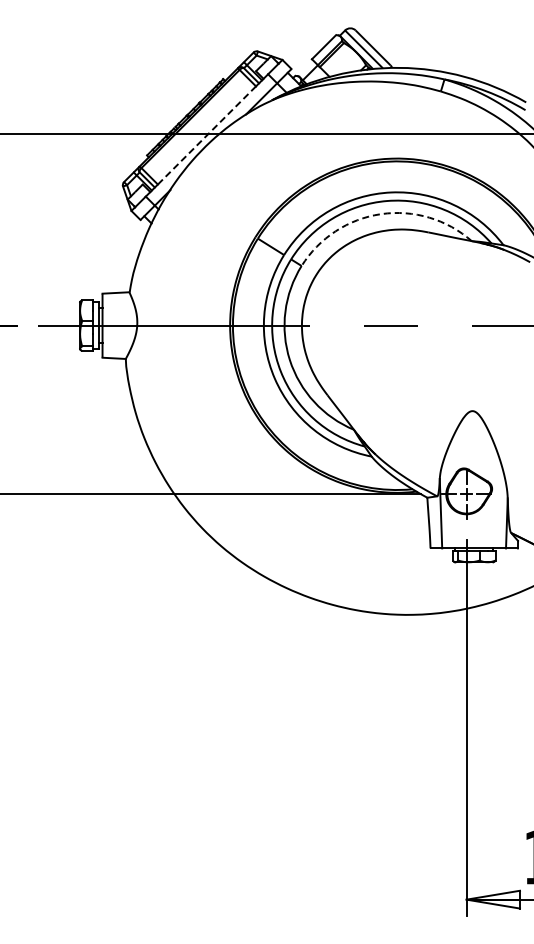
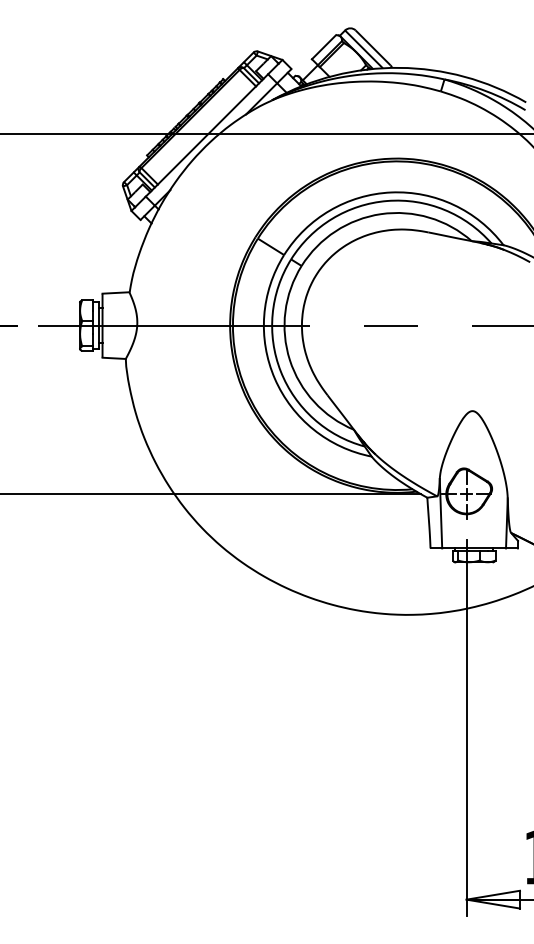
line at (207, 135): dashed -> solid
arc at (381, 214): dashed -> solid
